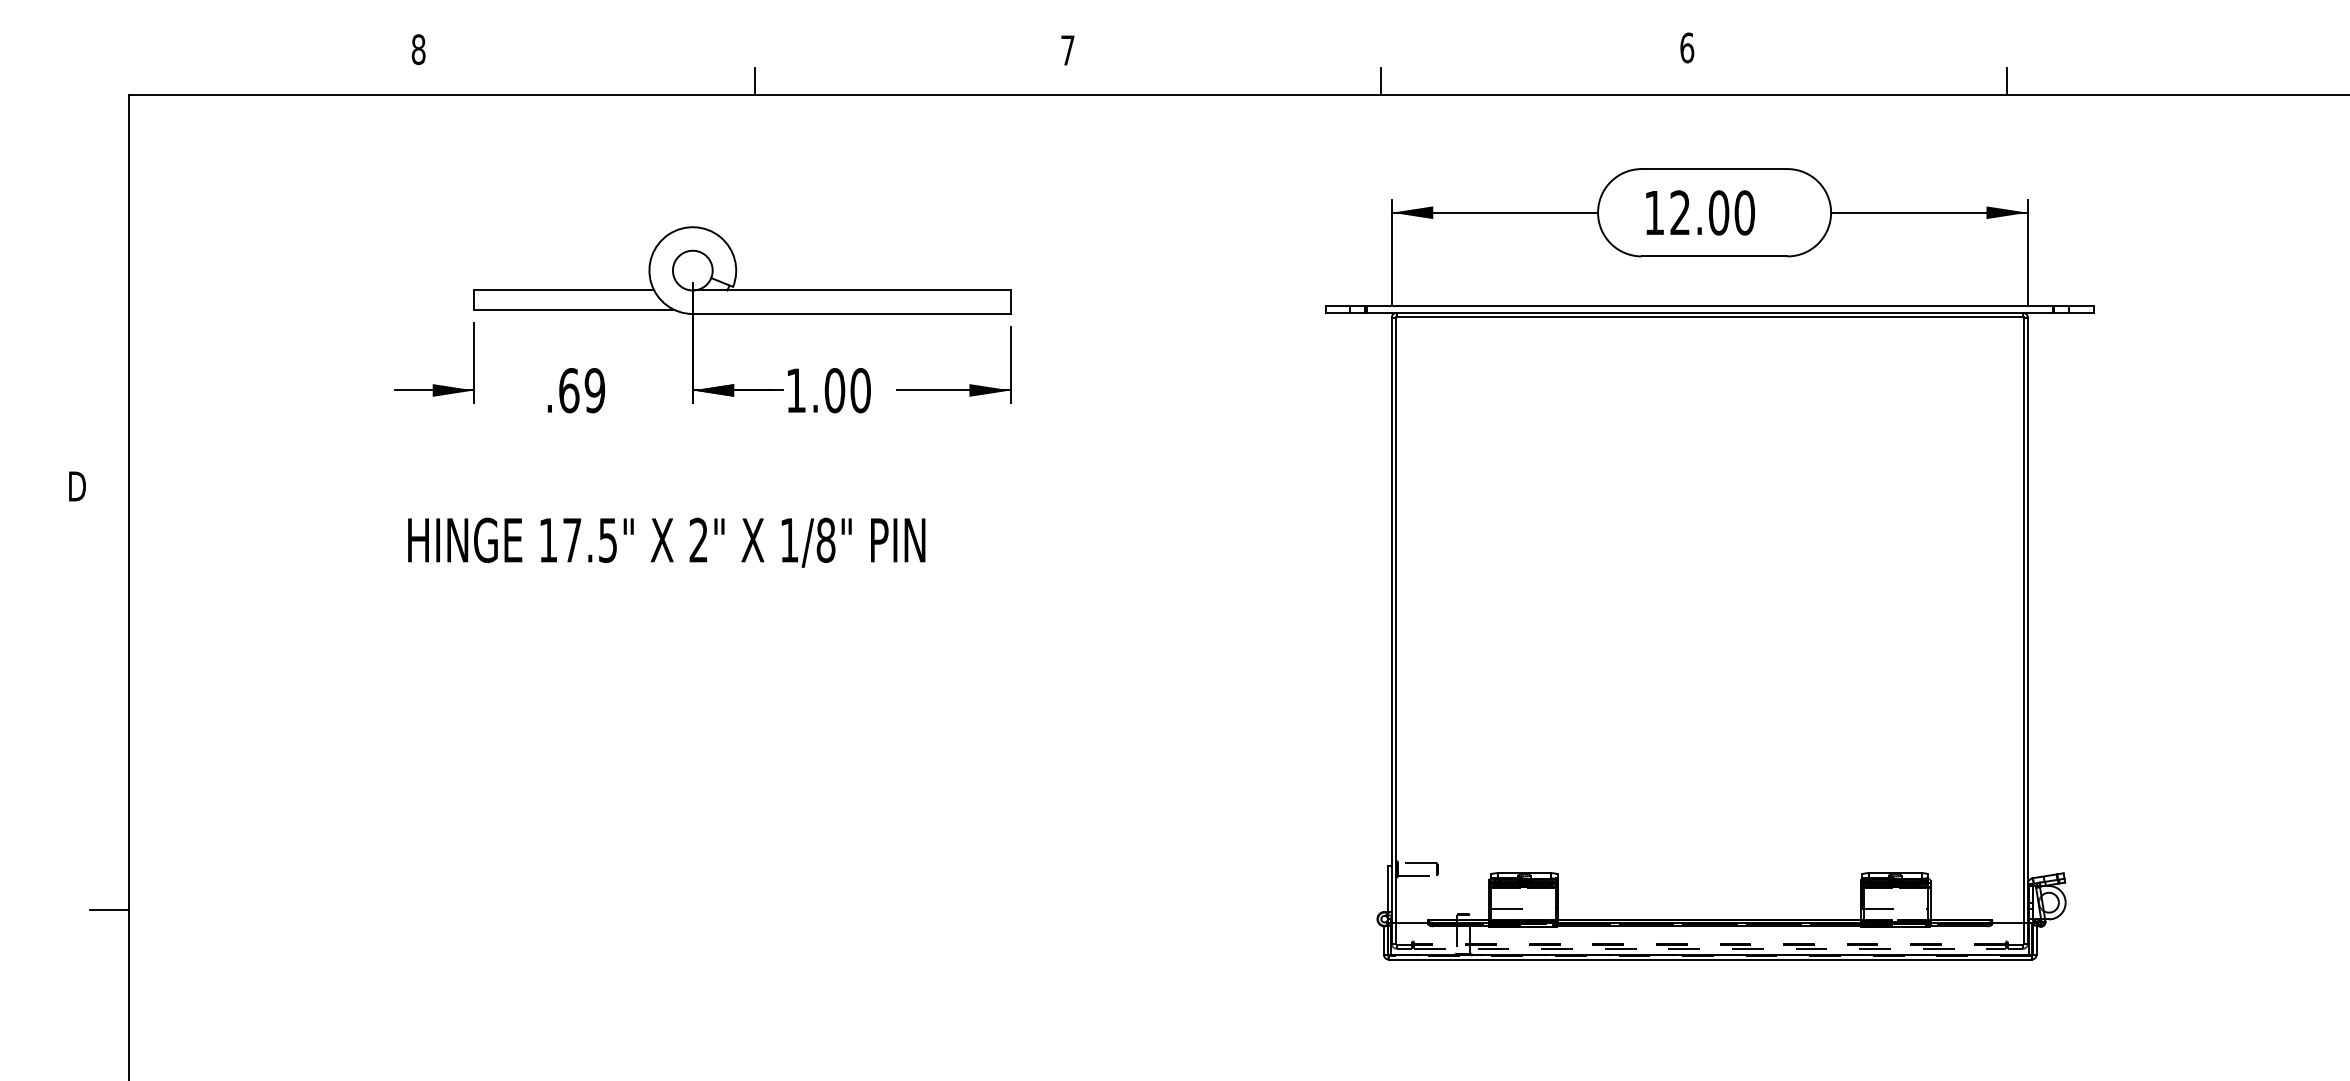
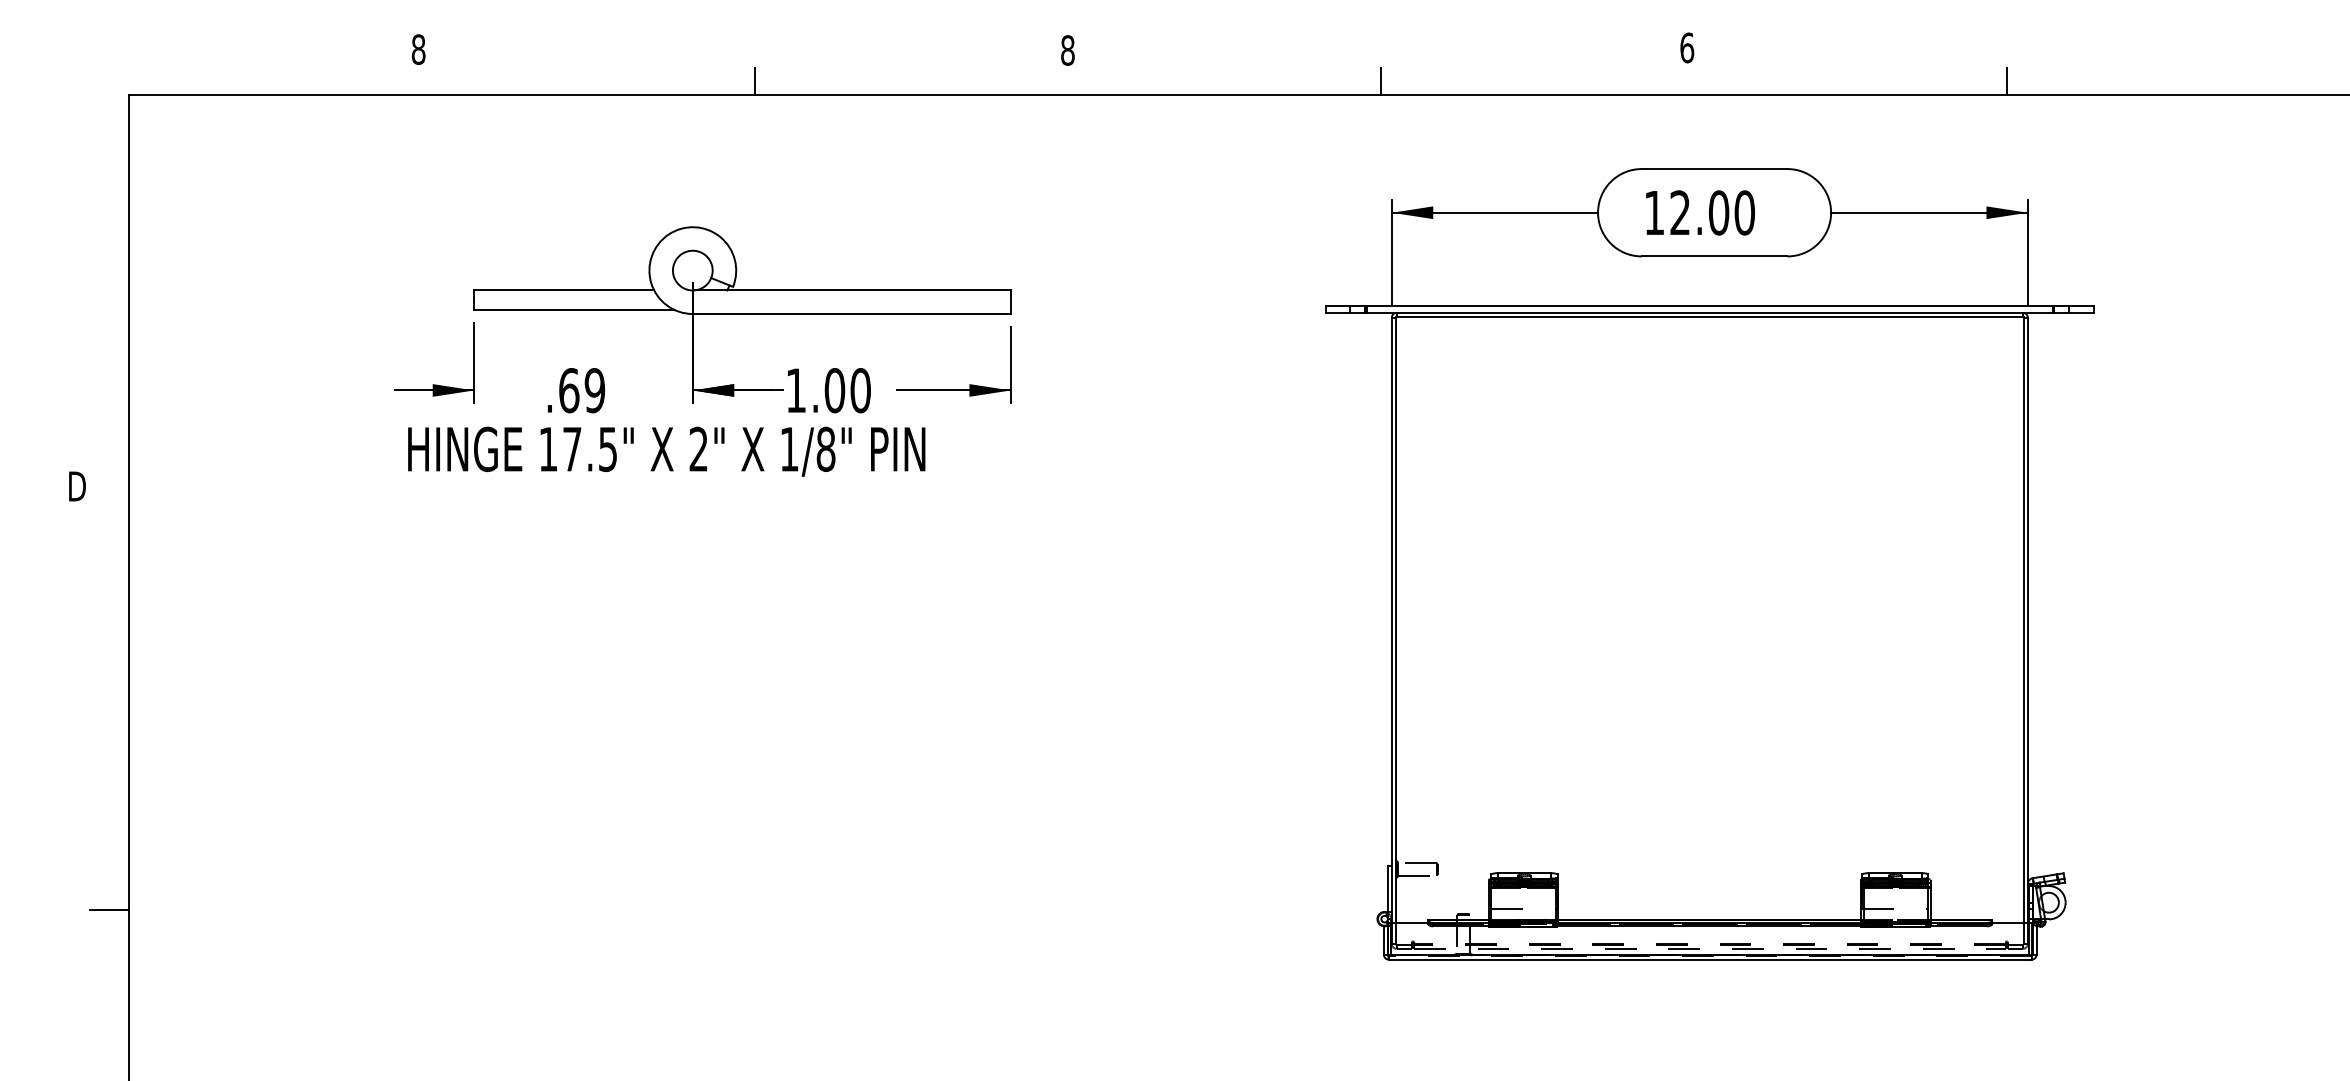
text at (1067, 50): 7 -> 8
text at (666, 542) position: (666, 542) -> (666, 451)
